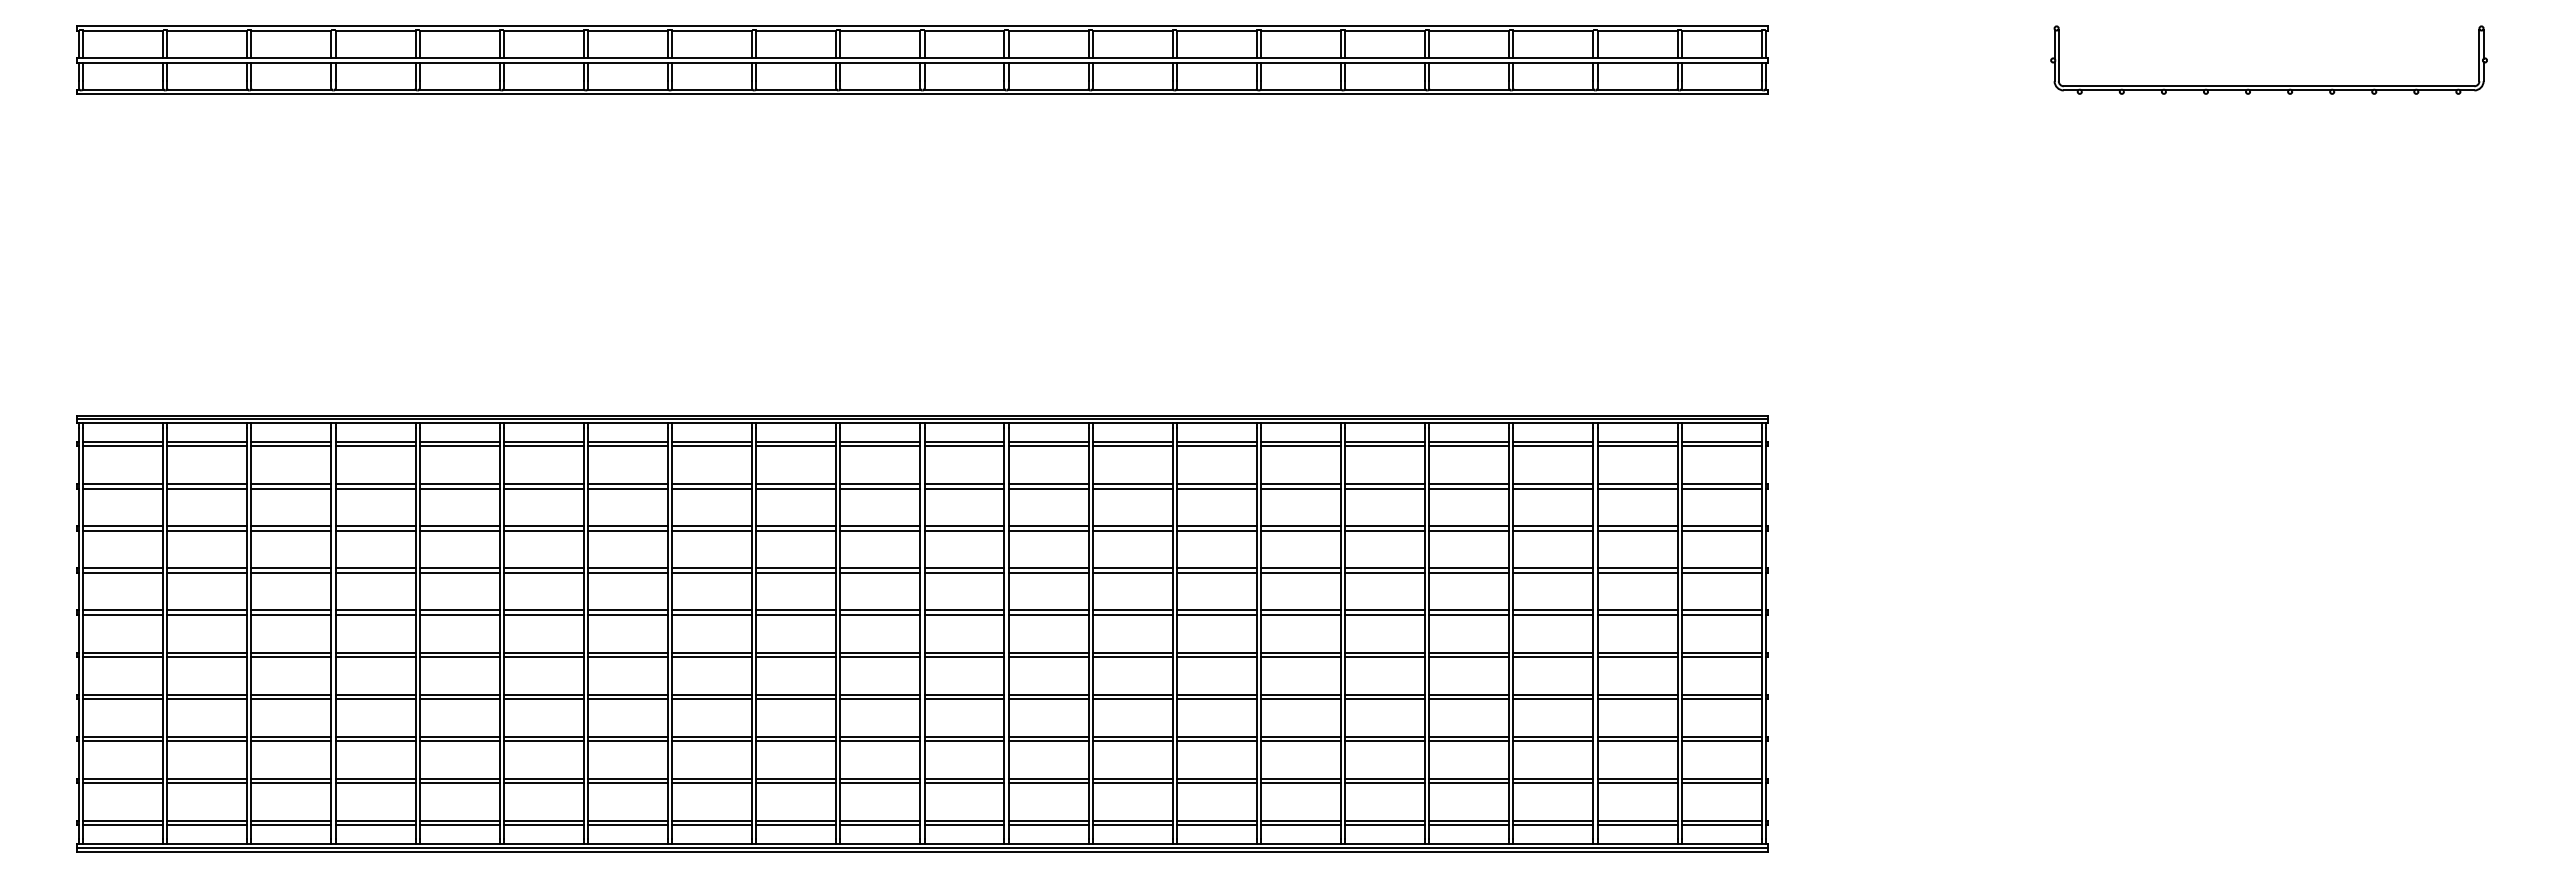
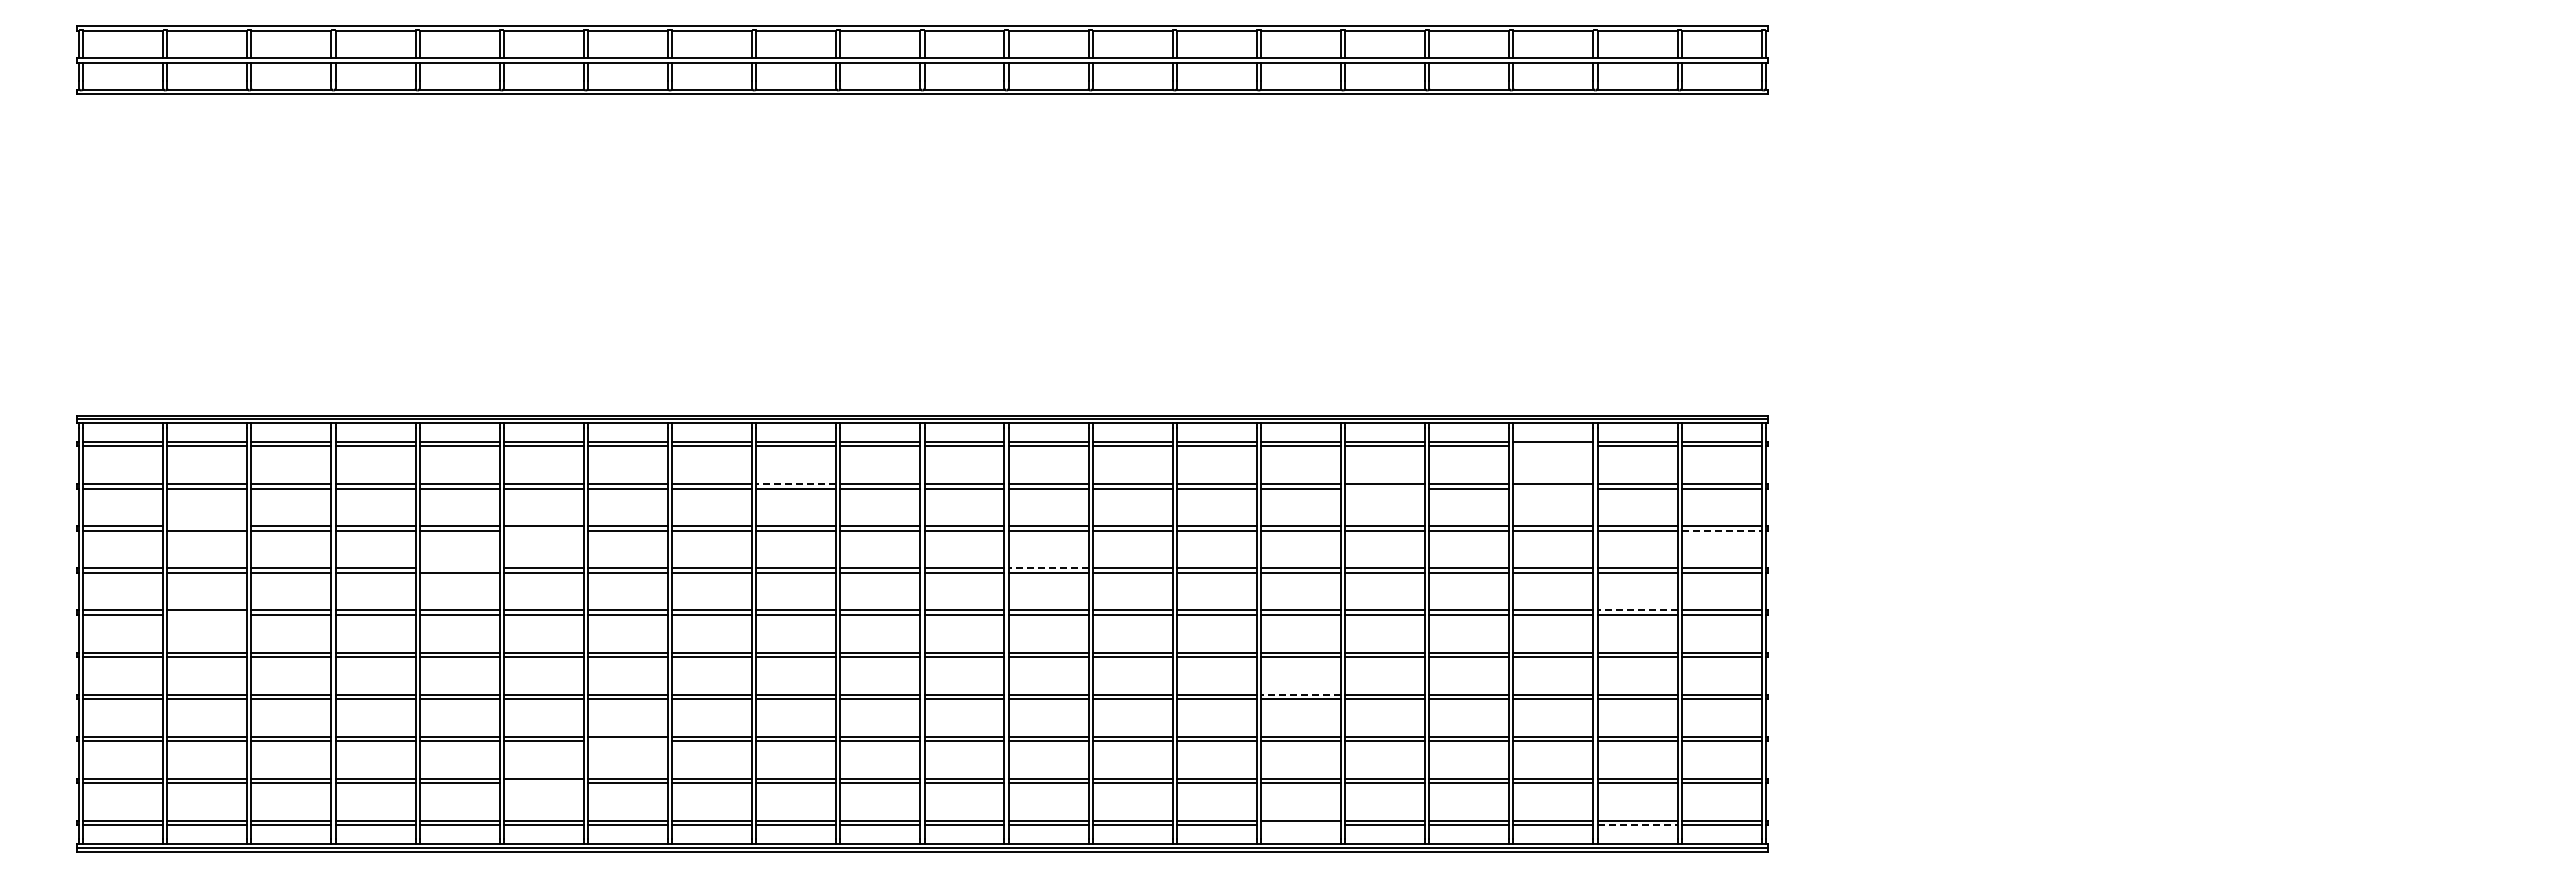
part at (2268, 85): present -> none
line at (1553, 446): present -> none
line at (796, 484): solid -> dashed
line at (1385, 488): present -> none
line at (1553, 488): present -> none
line at (207, 526): present -> none
line at (543, 530): present -> none
line at (1721, 530): solid -> dashed
line at (459, 568): present -> none
line at (1048, 568): solid -> dashed
line at (1637, 610): solid -> dashed
line at (207, 614): present -> none
line at (1301, 694): solid -> dashed
line at (627, 740): present -> none
line at (543, 782): present -> none
line at (1300, 825): present -> none
line at (1637, 825): solid -> dashed
